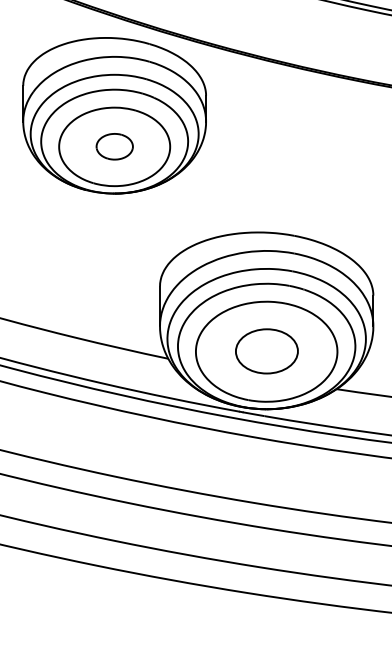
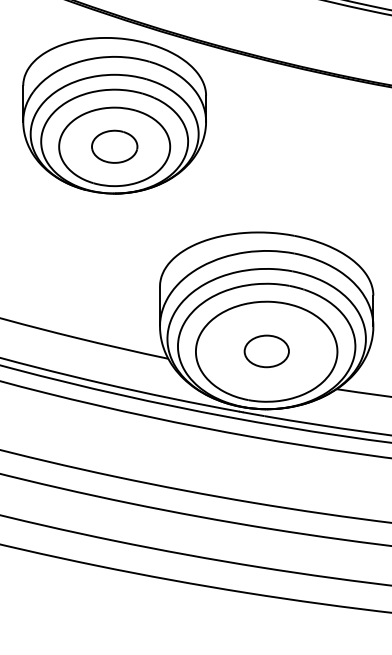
part at (114, 146) size: 39x28 px -> 48x35 px
part at (266, 351) size: 64x47 px -> 47x35 px
